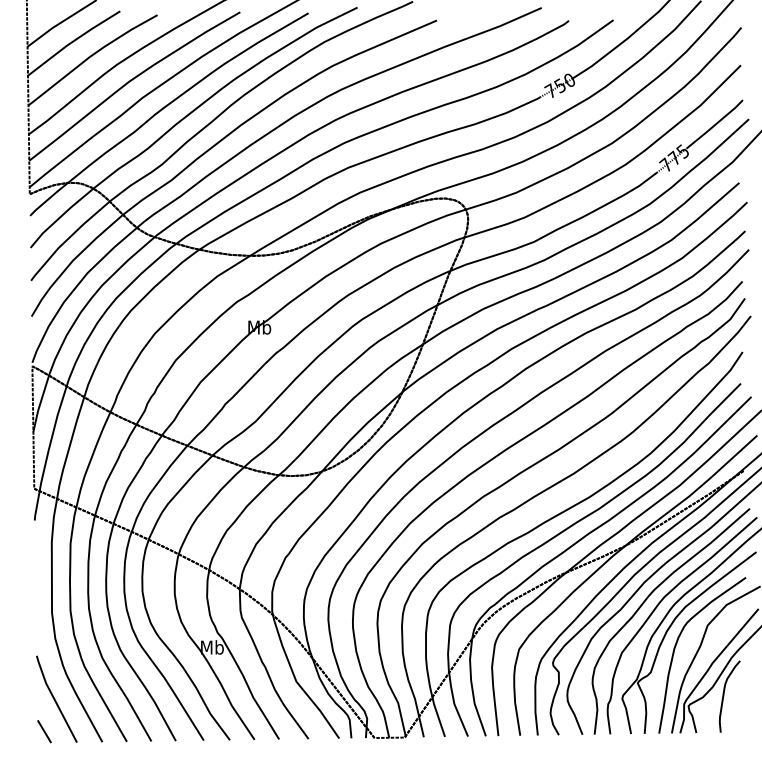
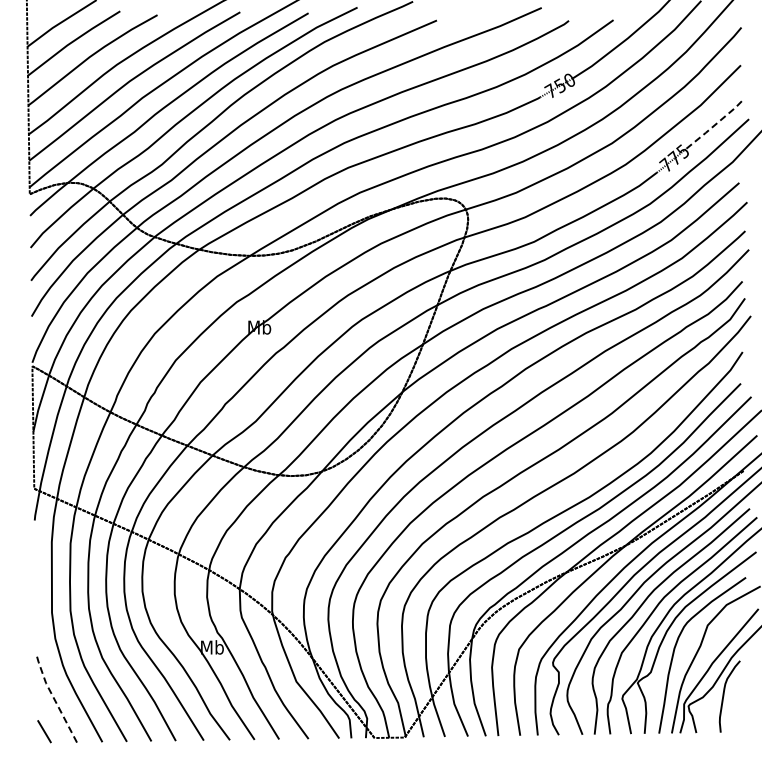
line at (715, 125): solid -> dashed
line at (54, 698): solid -> dashed
